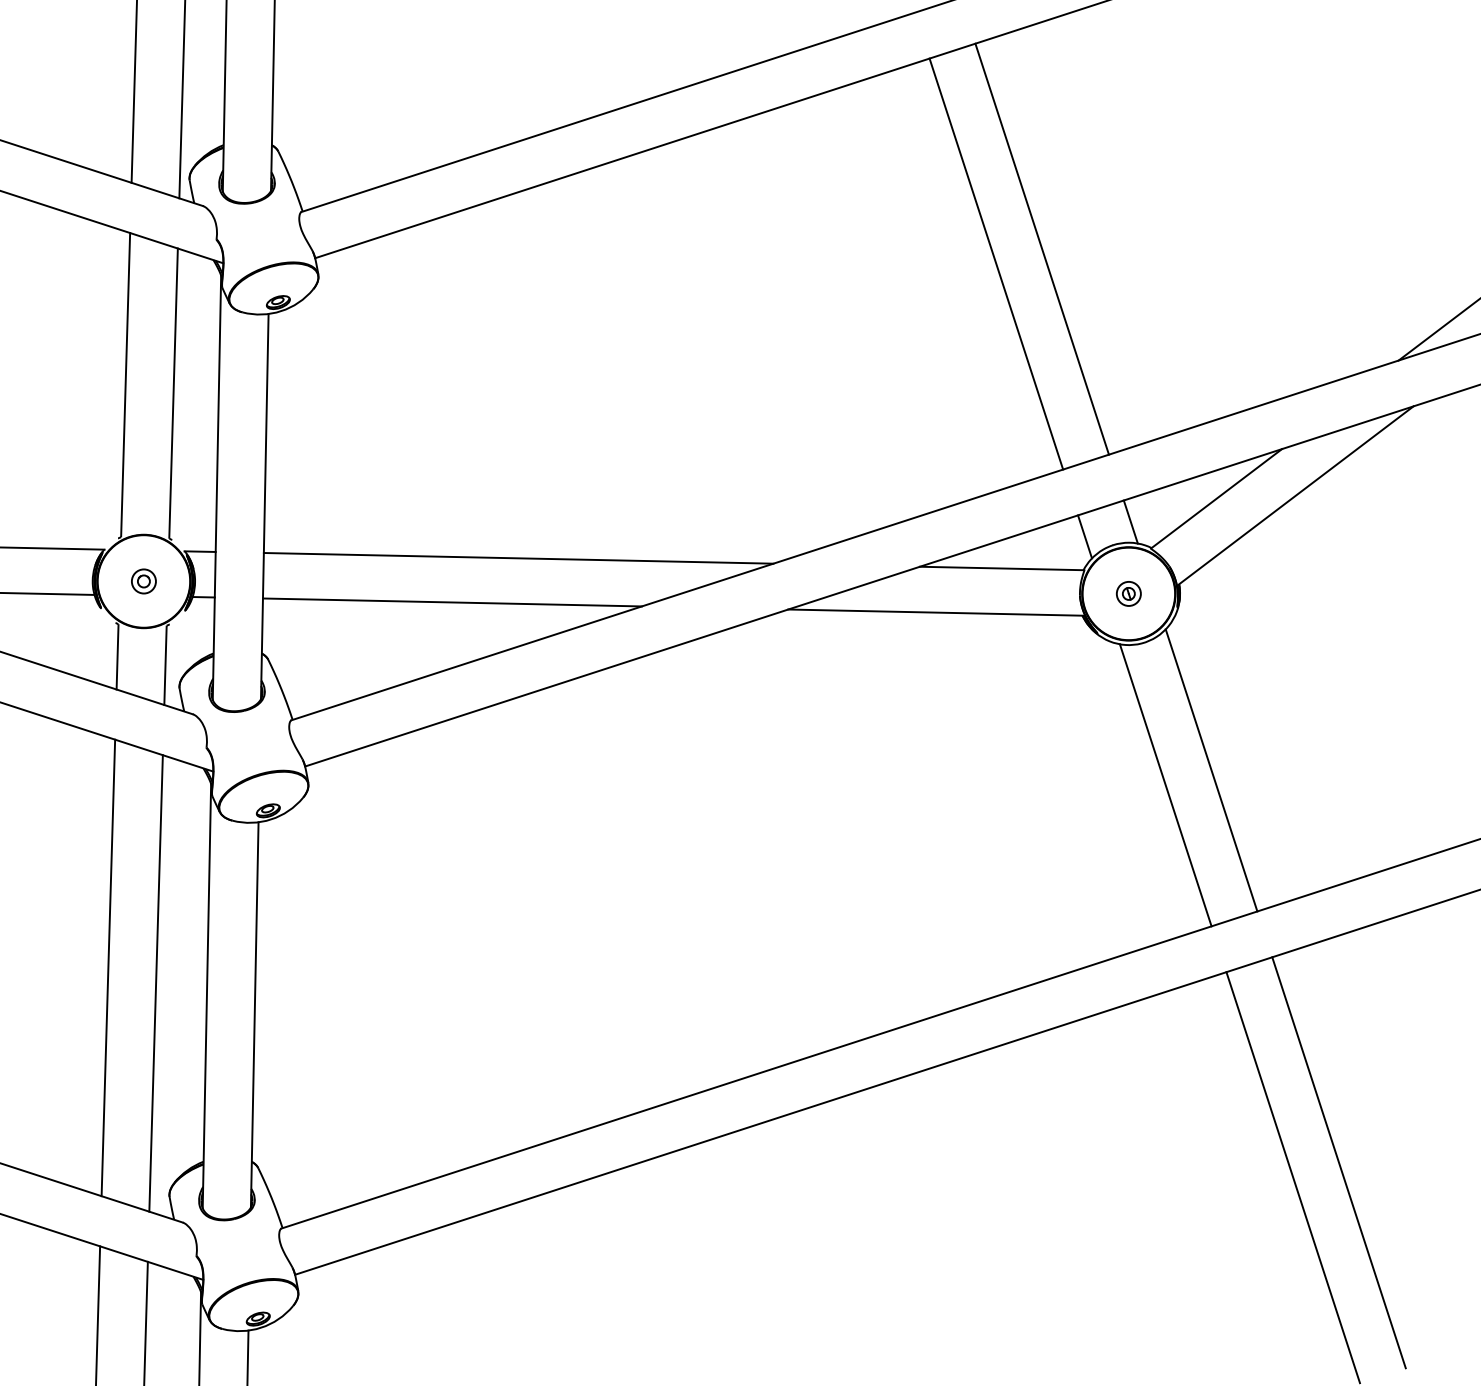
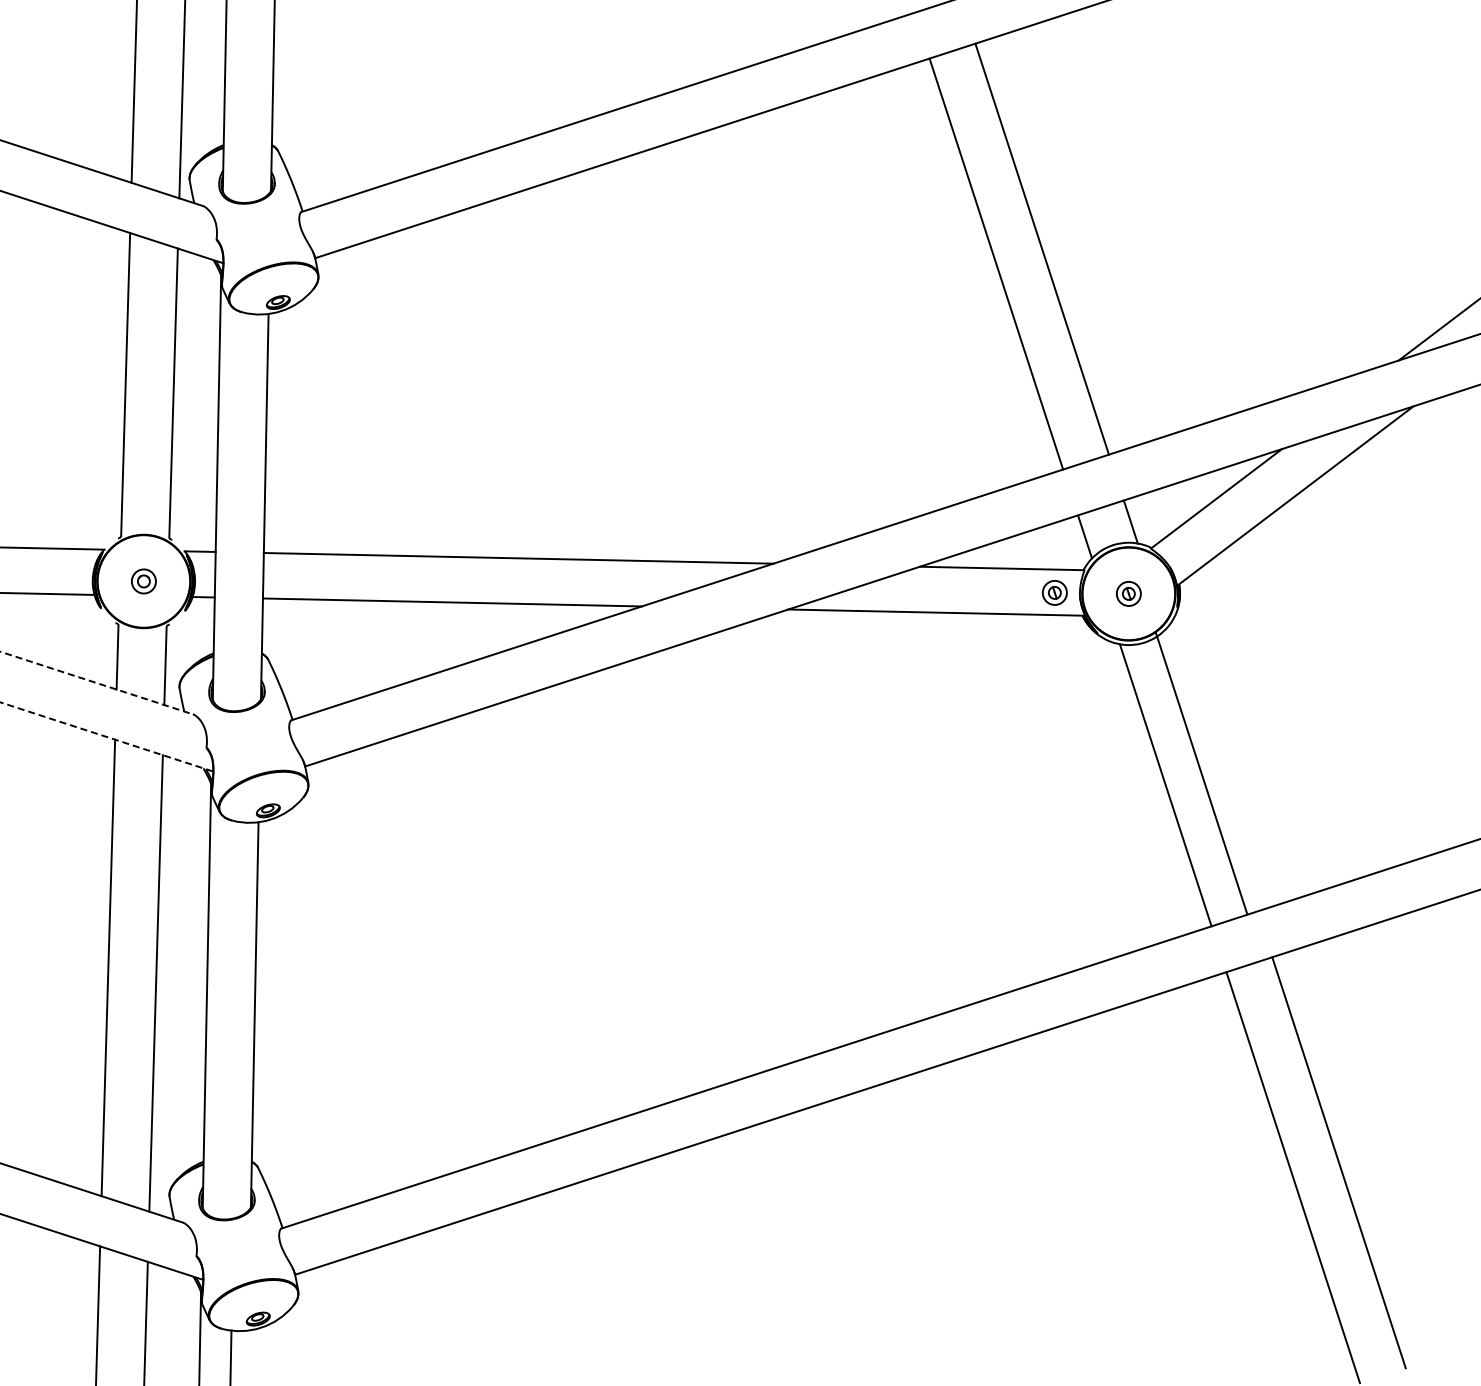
part at (1054, 592): none -> present
line at (96, 683): solid -> dashed
line at (106, 736): solid -> dashed
line at (1211, 770) position: (1211, 770) -> (1201, 773)
line at (247, 1356) position: (247, 1356) -> (230, 1356)
